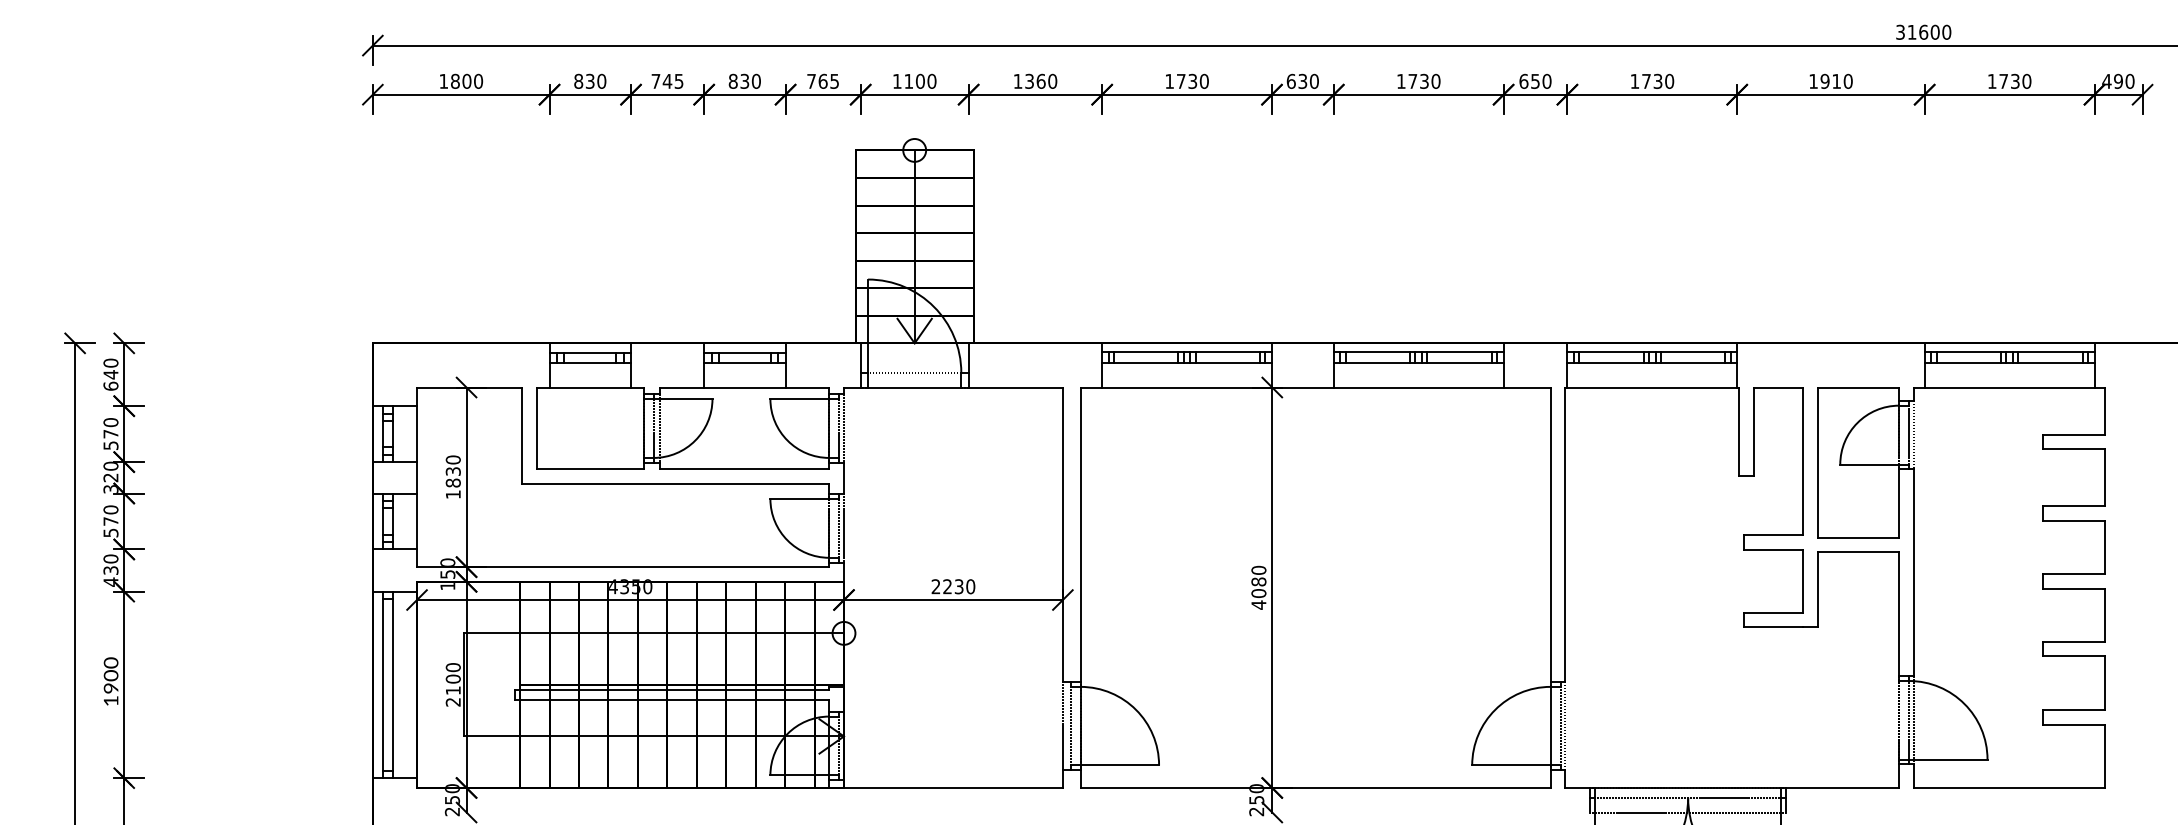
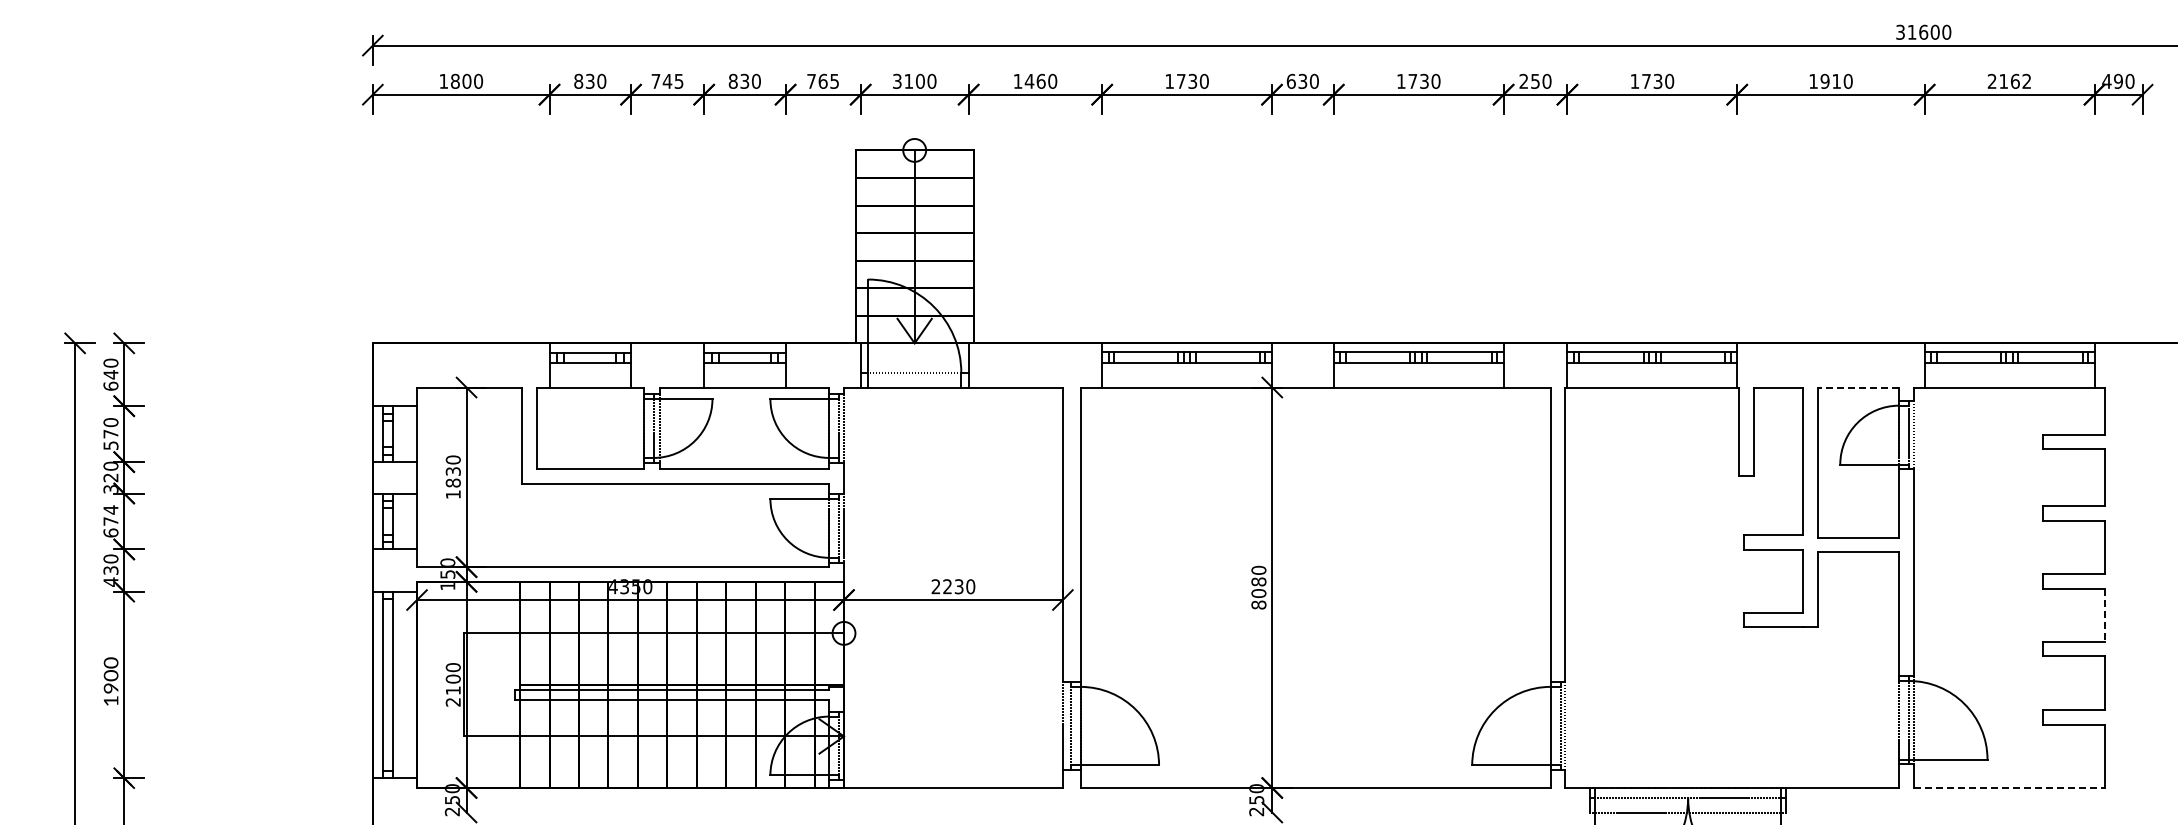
text at (897, 80): 1100 -> 3100
text at (1029, 80): 1360 -> 1460
text at (1523, 80): 650 -> 250
text at (2009, 80): 1730 -> 2162
line at (1858, 387): solid -> dashed
text at (110, 521): 570 -> 674
text at (1258, 604): 4080 -> 8080
line at (2105, 615): solid -> dashed
line at (2009, 787): solid -> dashed
